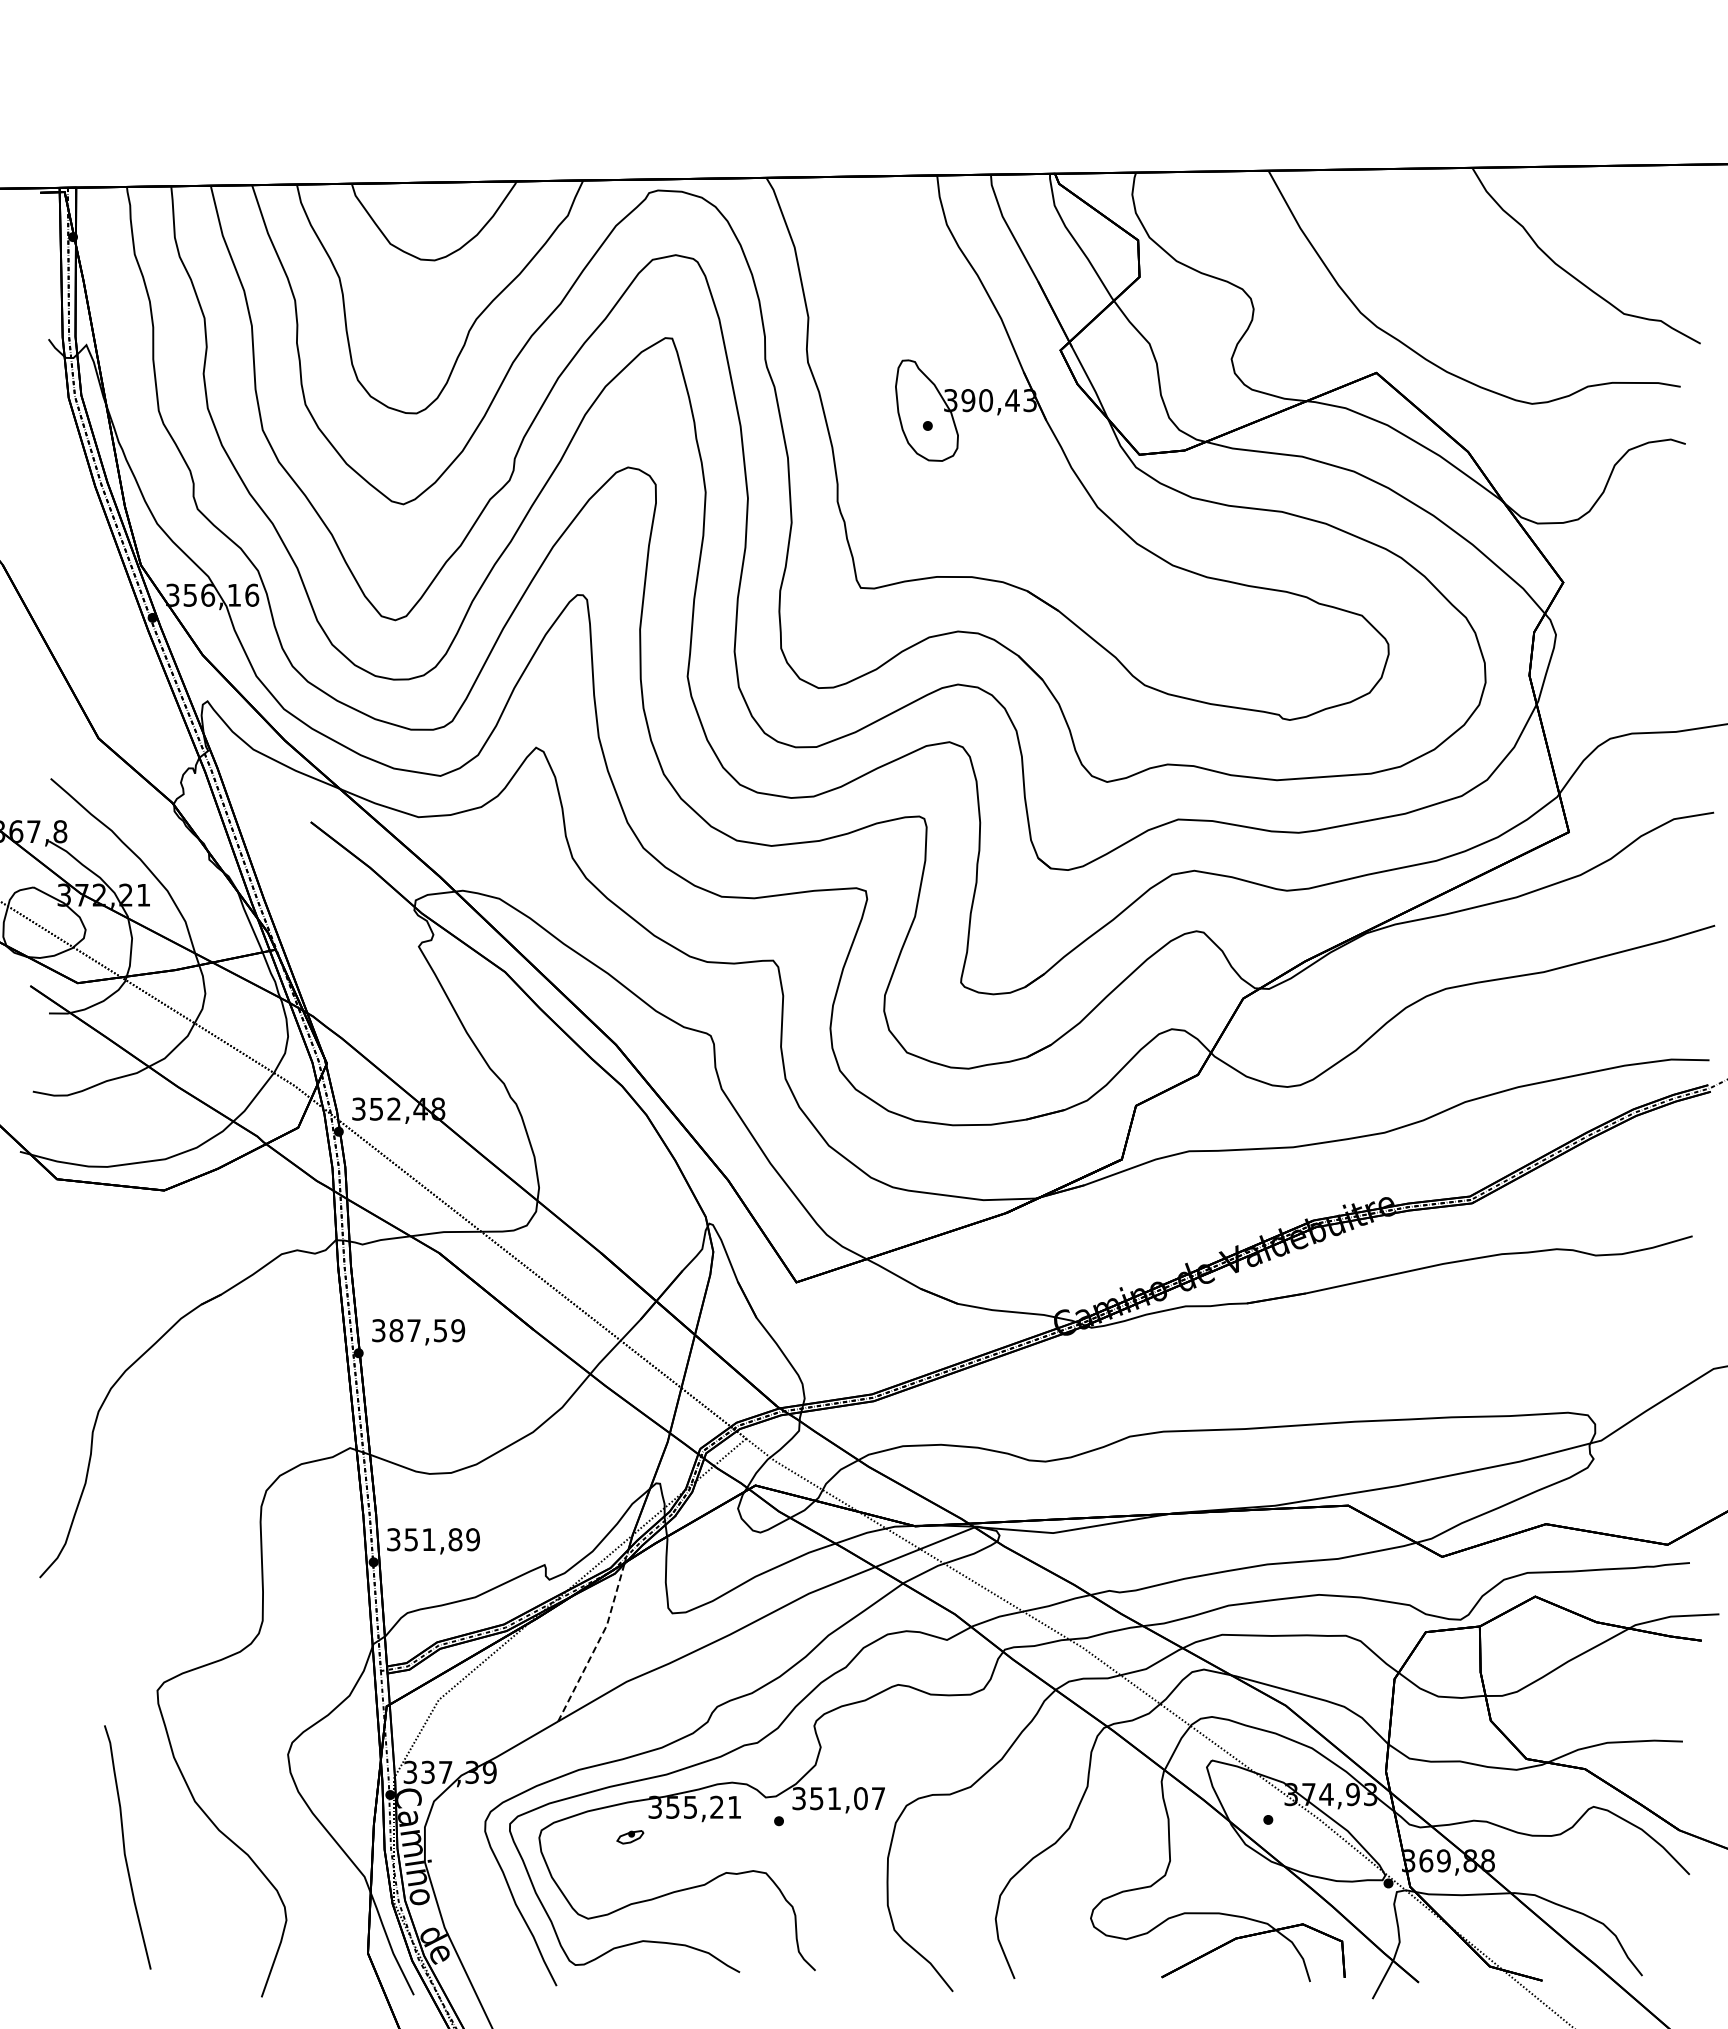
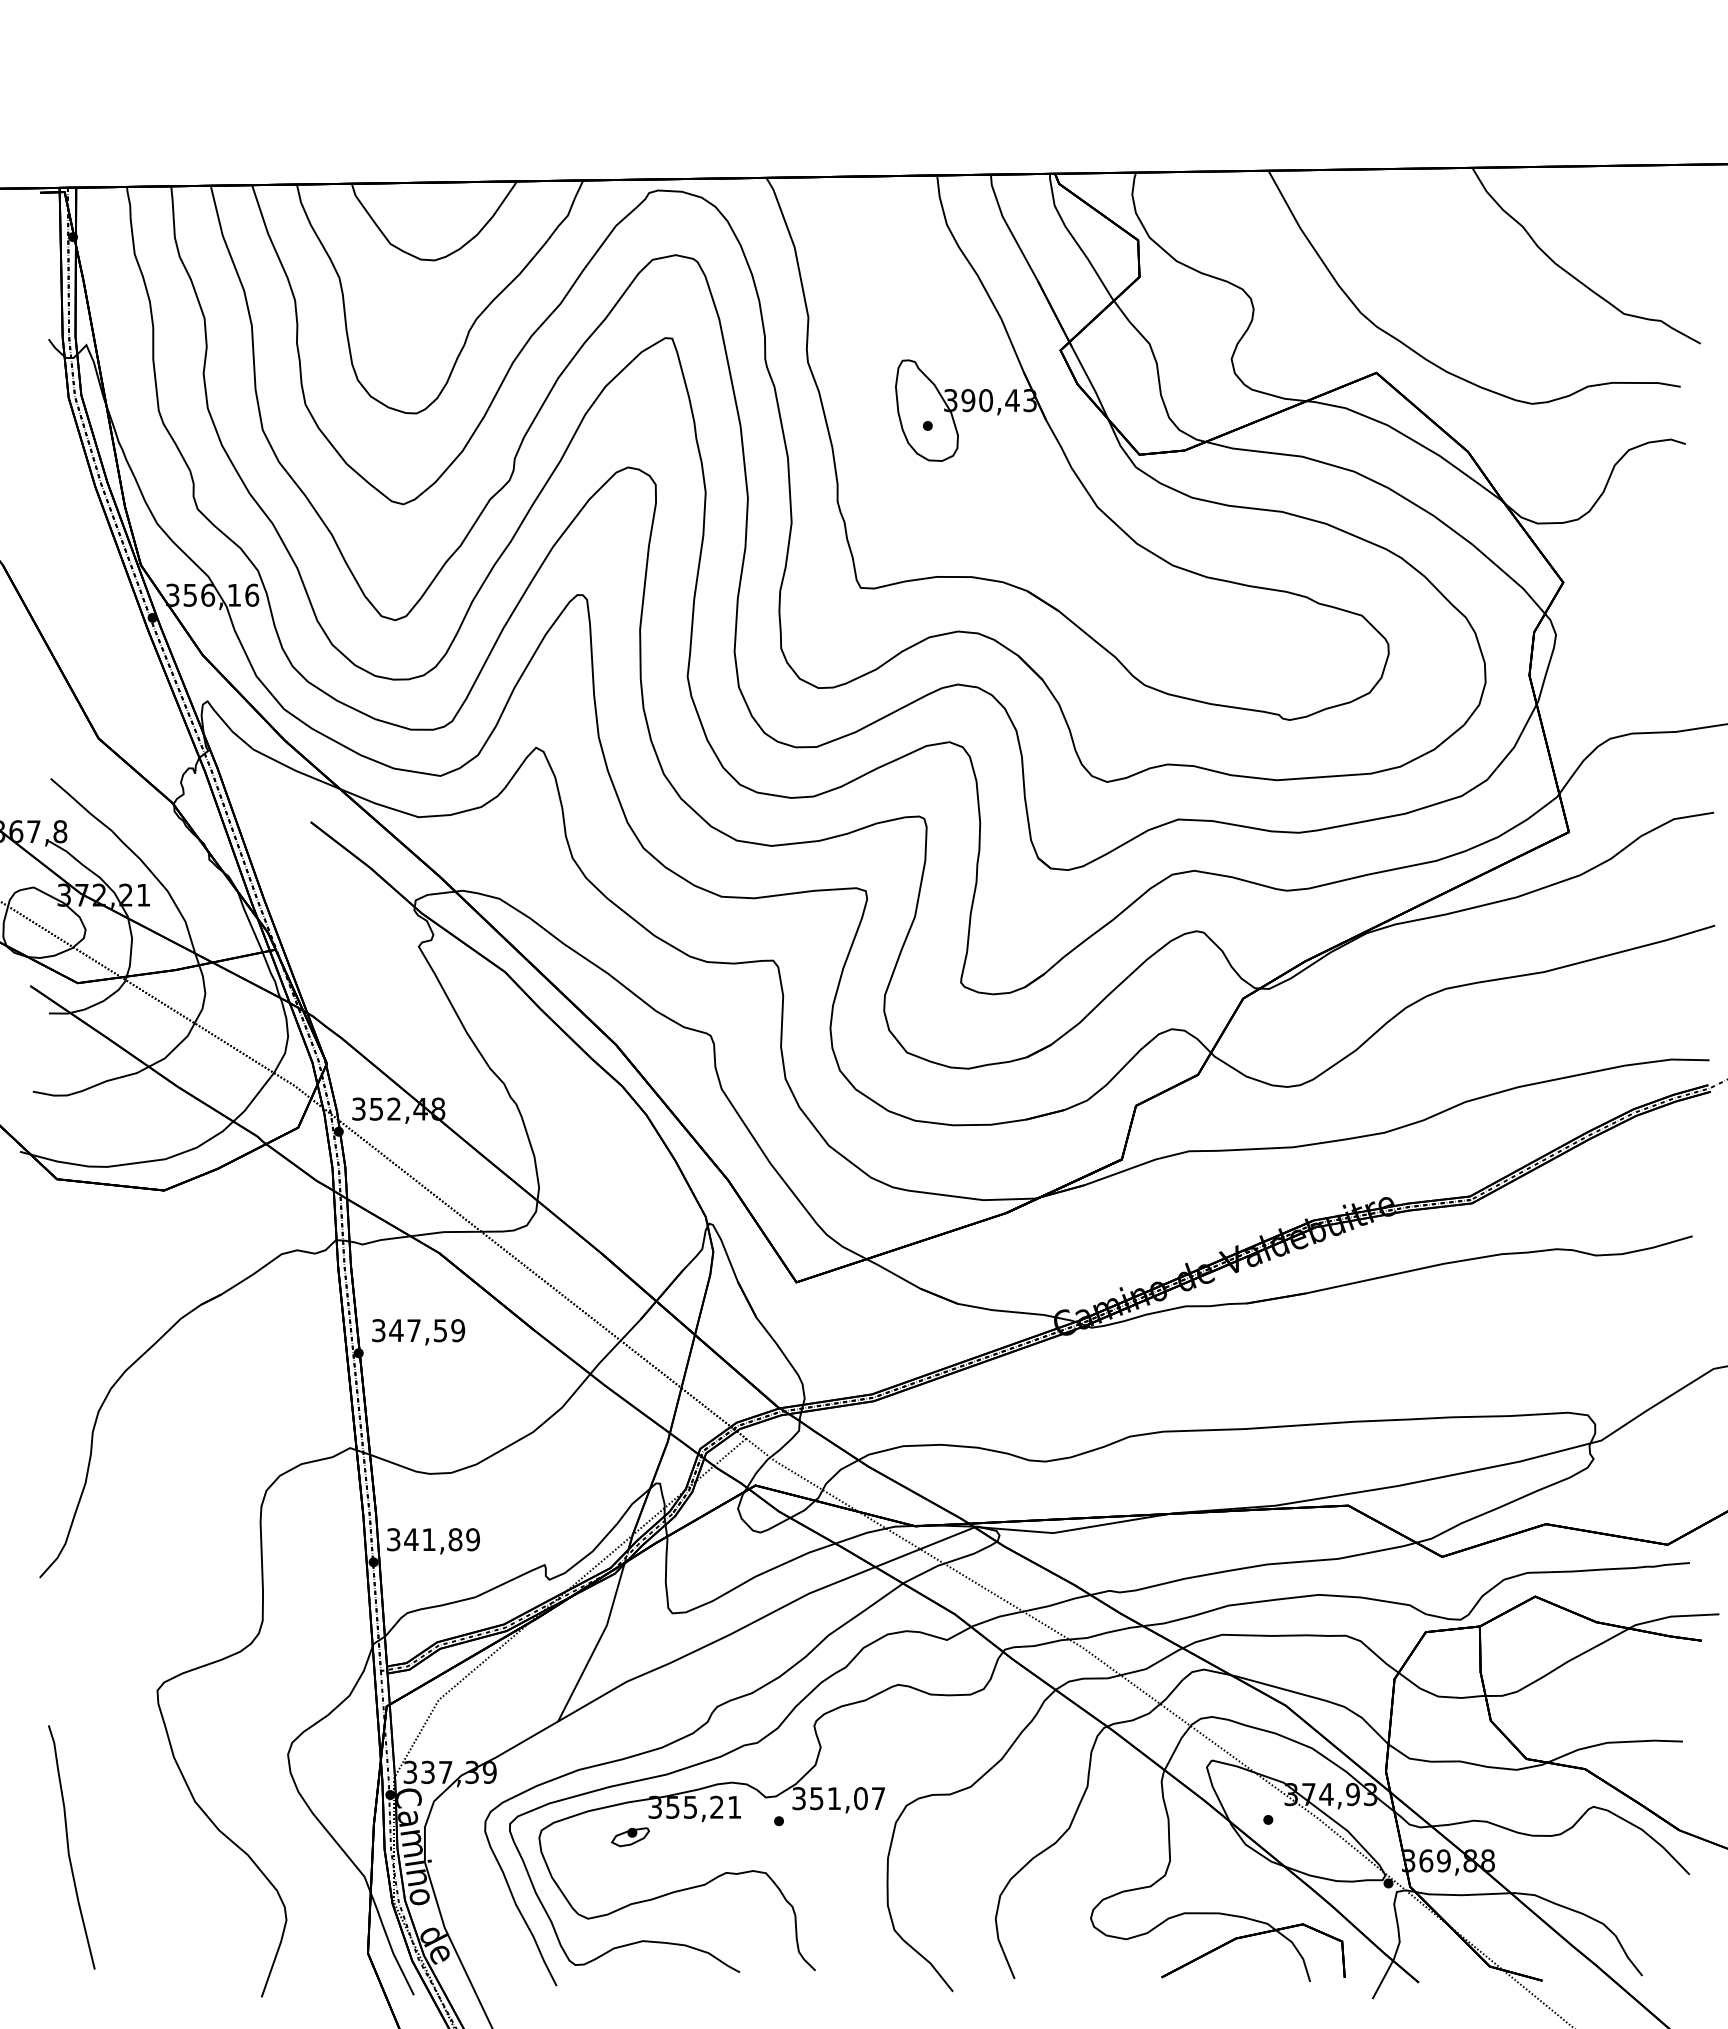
text at (396, 1330): 387,59 -> 347,59
text at (411, 1539): 351,89 -> 341,89
line at (597, 1644): dashed -> solid
part at (630, 1837) size: 29x15 px -> 40x21 px
curve at (125, 1847) position: (125, 1847) -> (69, 1847)
